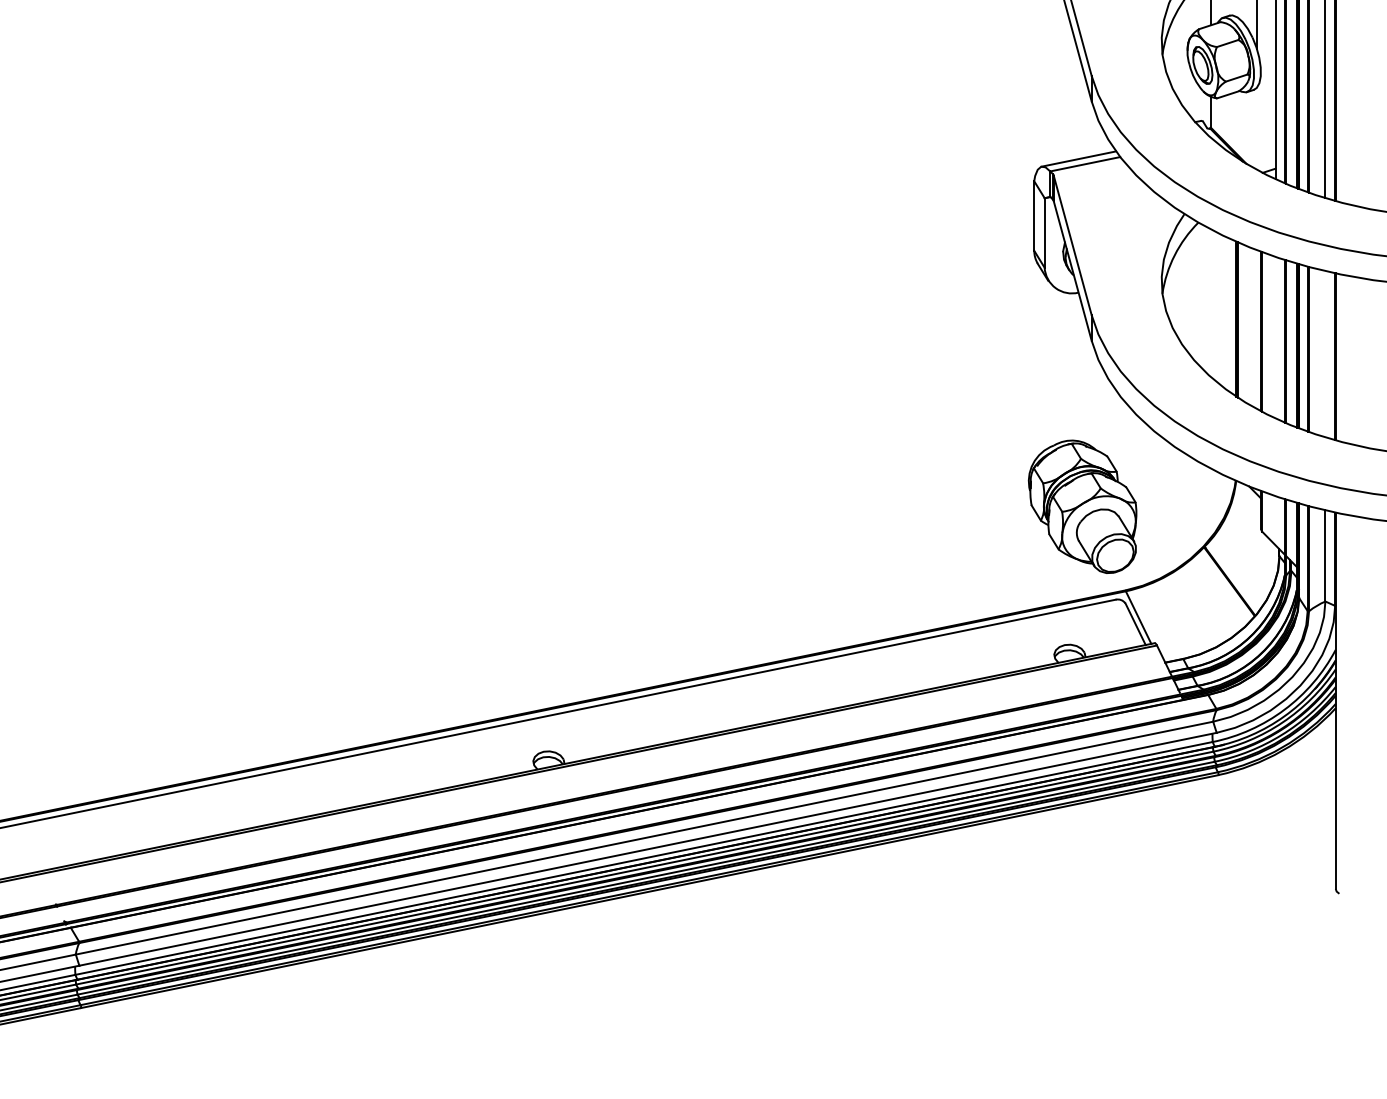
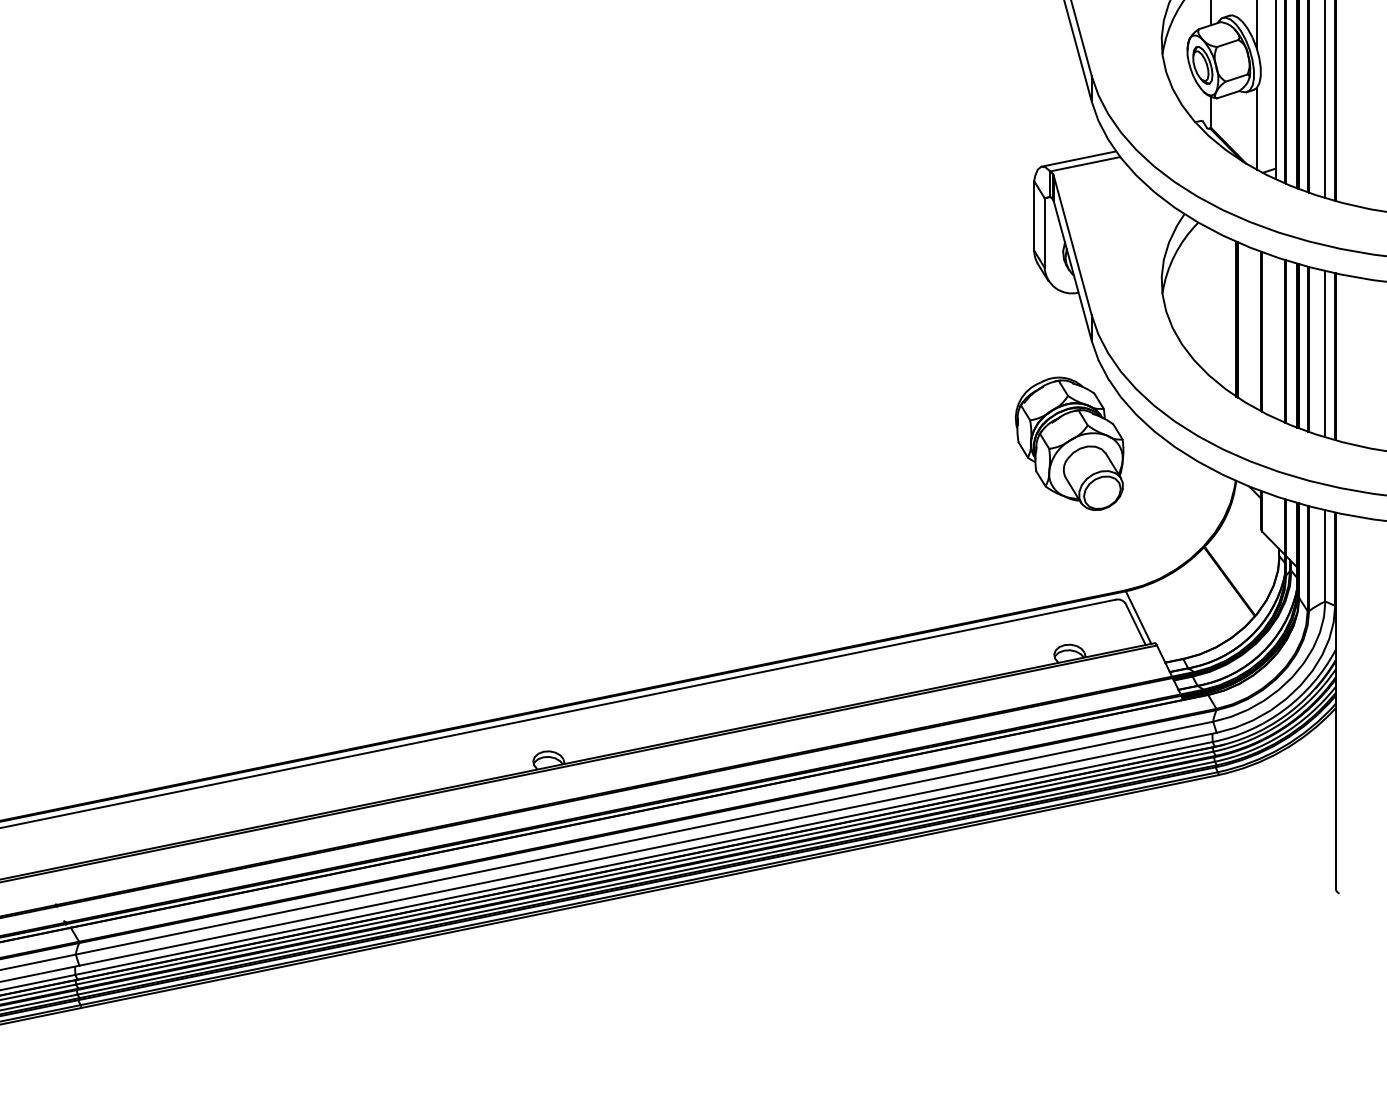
line at (1257, 128): none -> present
line at (1325, 354): none -> present
part at (1082, 506) position: (1082, 506) -> (1069, 443)
